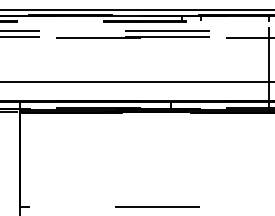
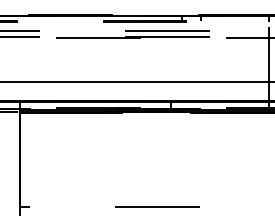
line at (136, 9): present -> none
